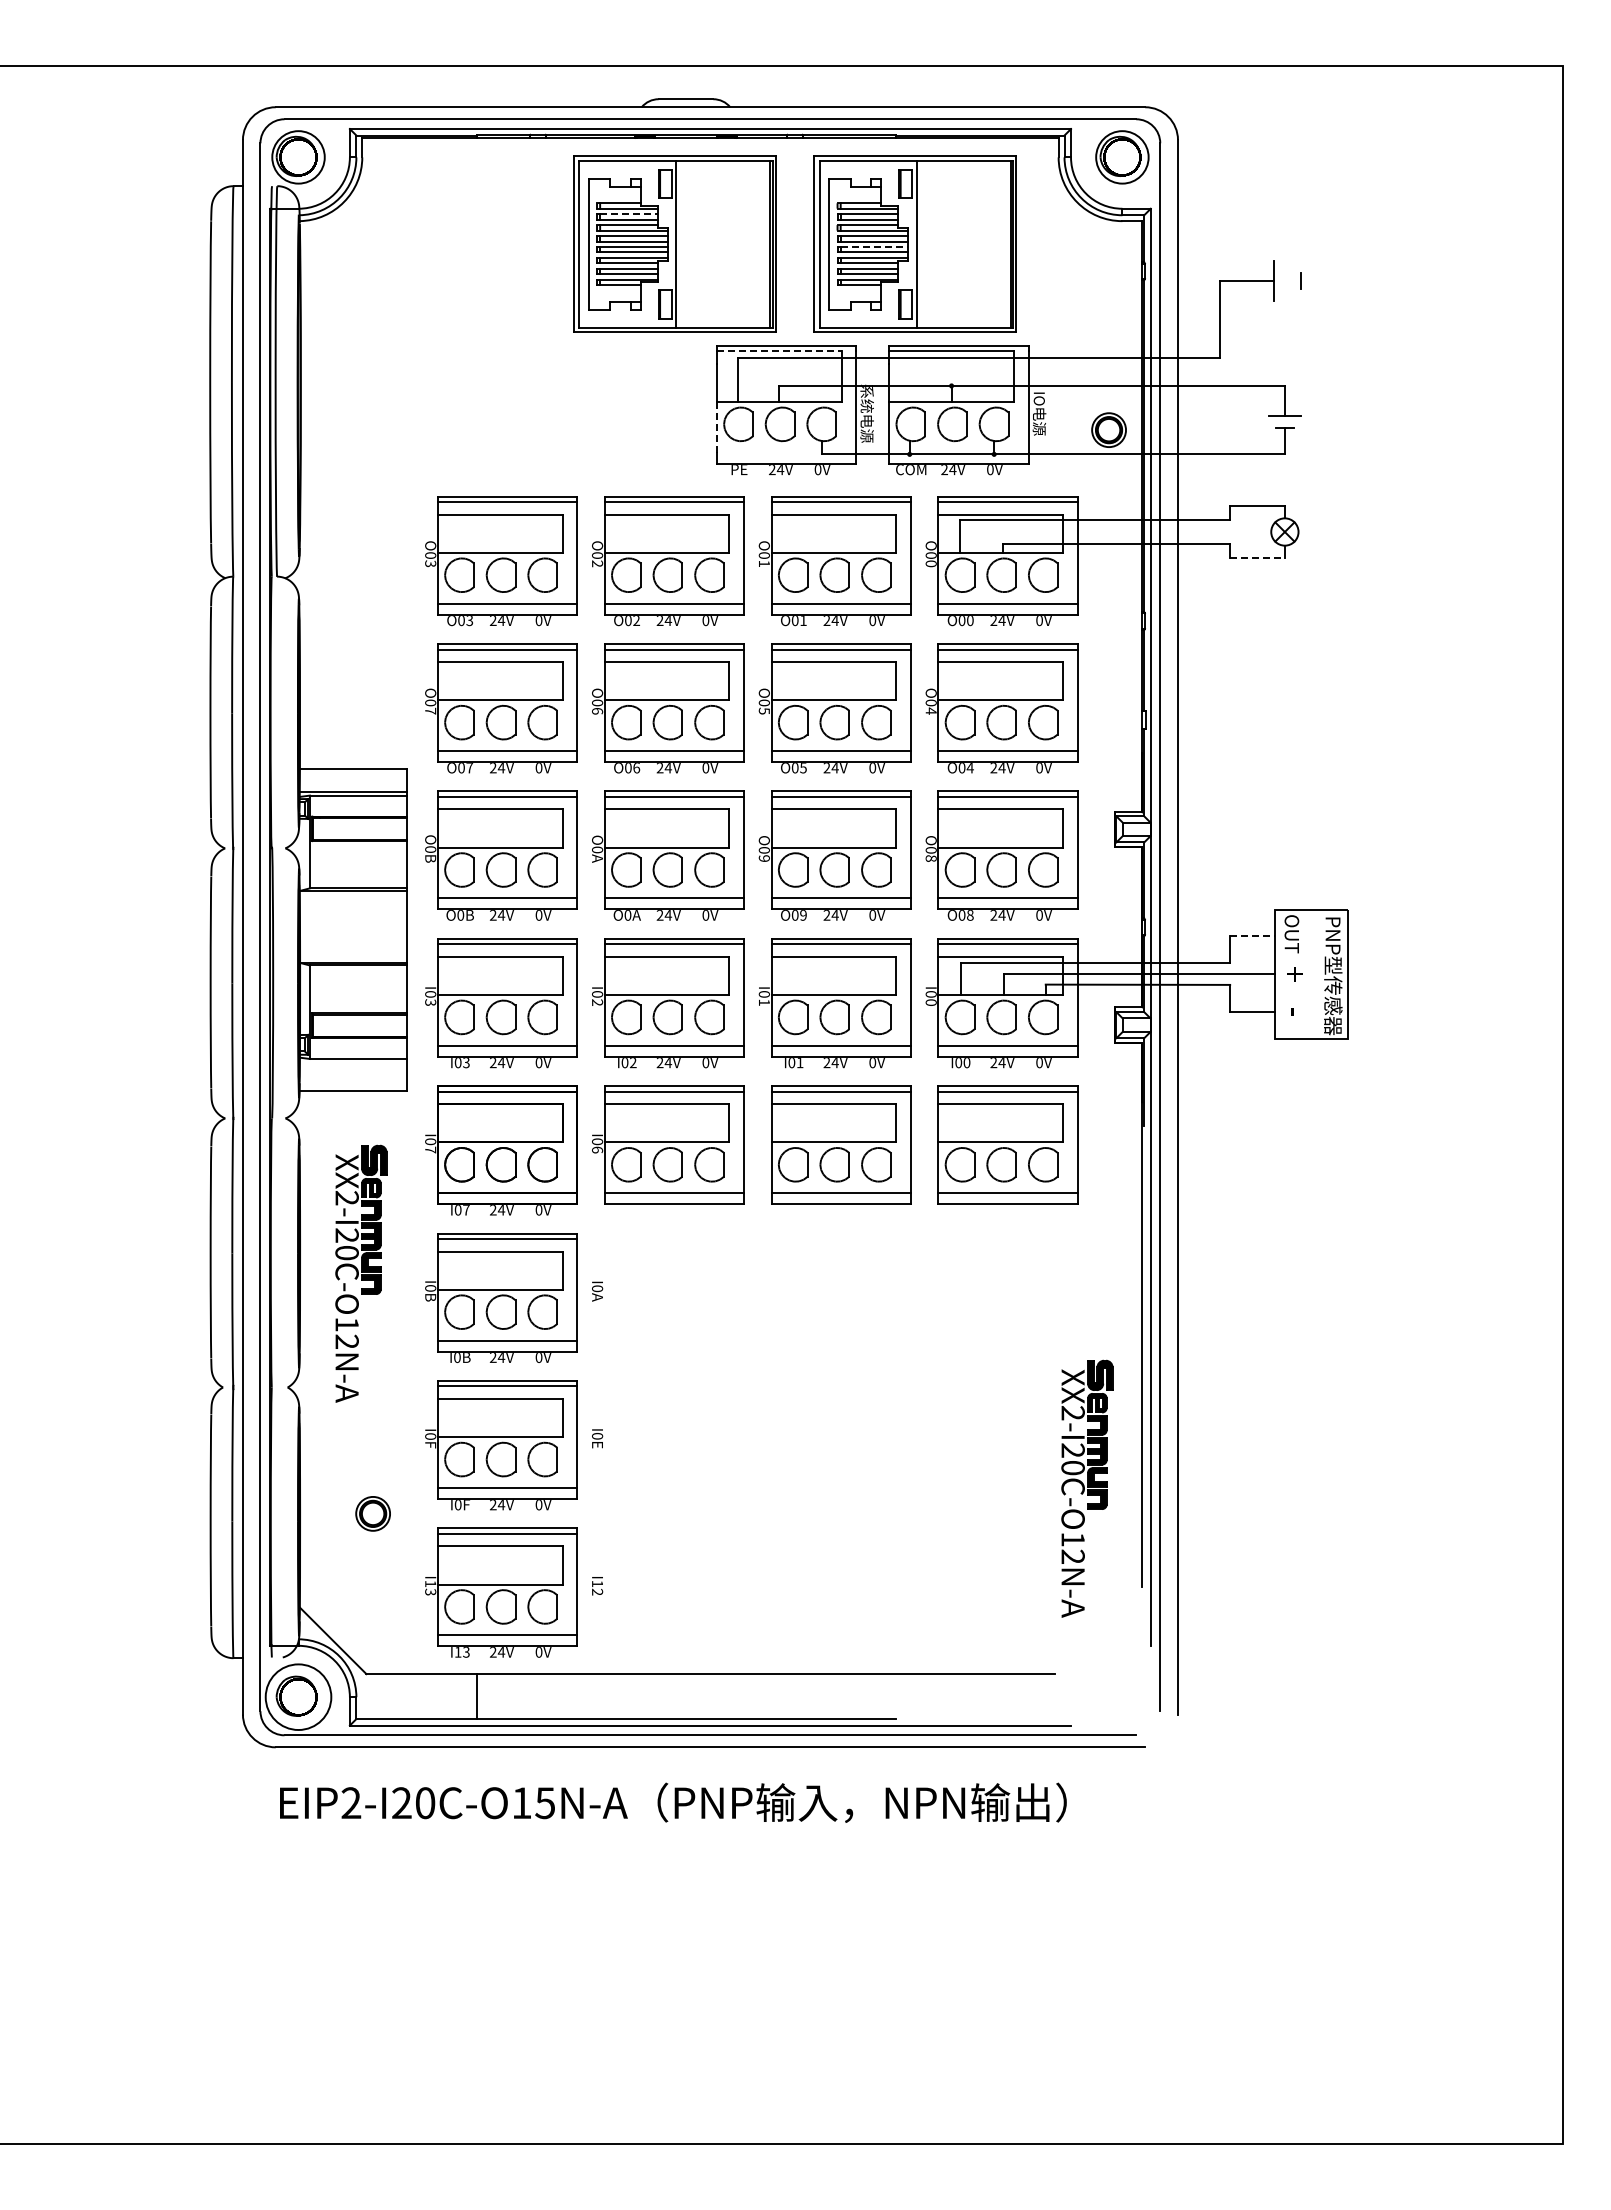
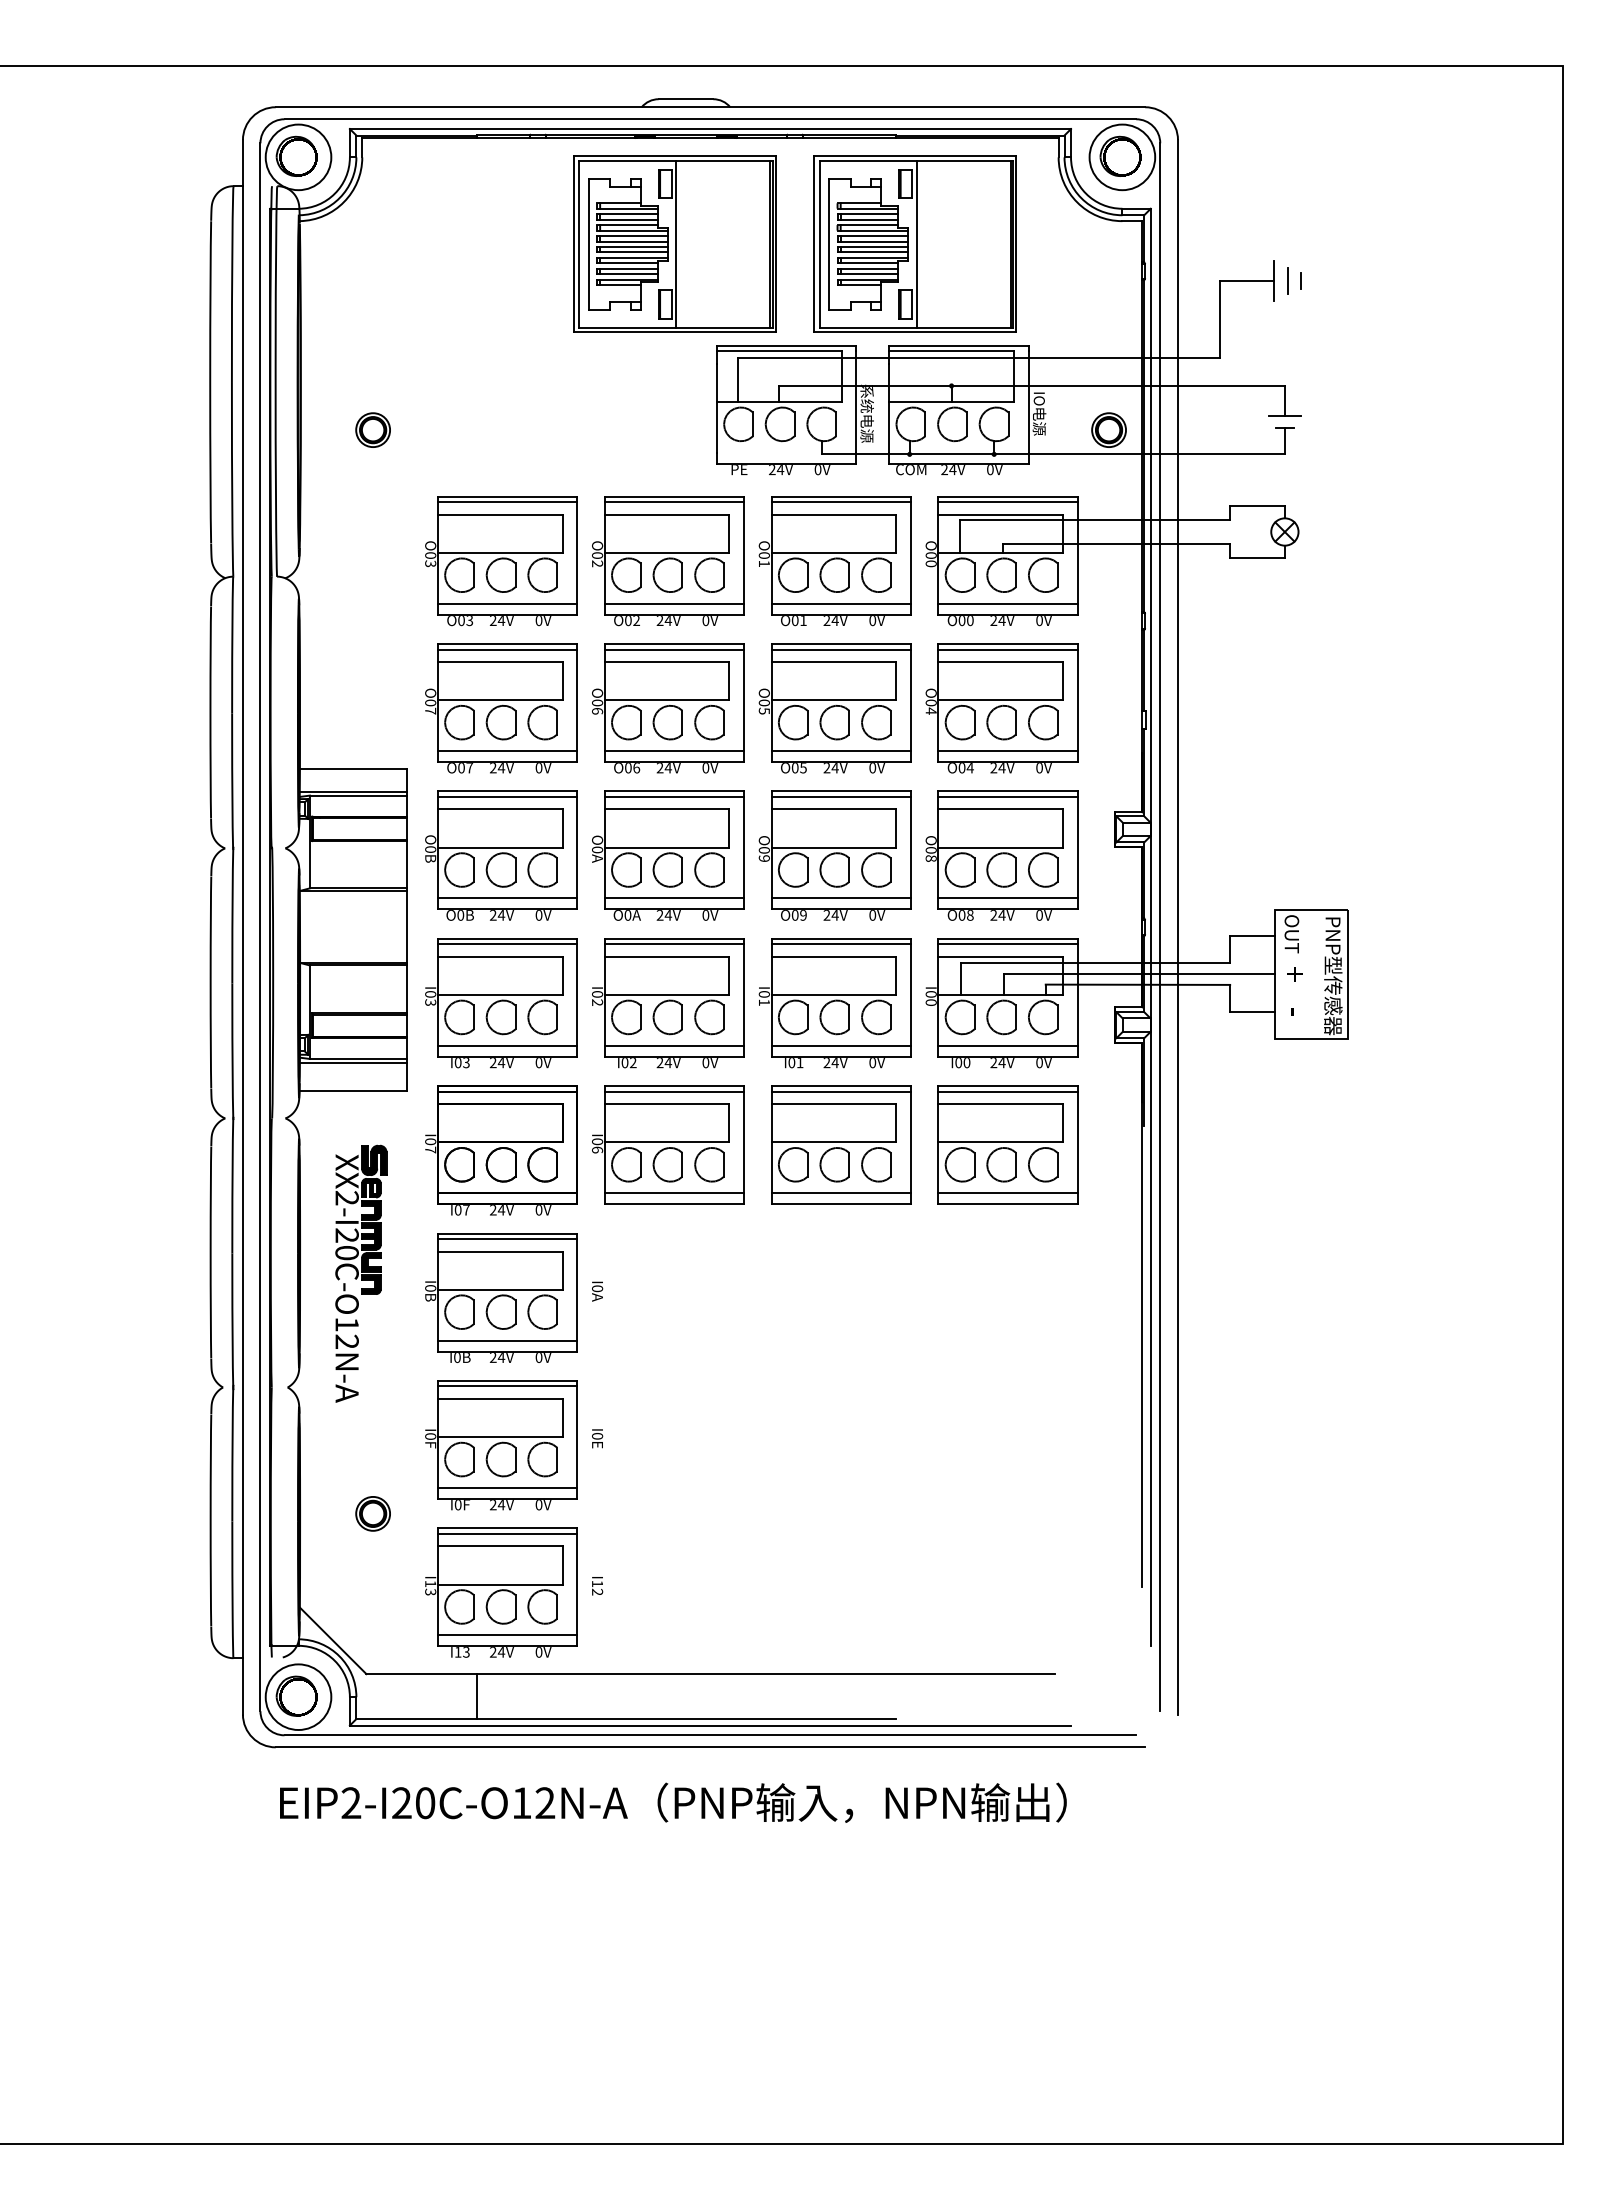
circle at (298, 157) diameter: 52 px -> 66 px
circle at (1122, 157) diameter: 52 px -> 66 px
line at (629, 214): dashed -> solid
line at (874, 247): dashed -> solid
line at (1287, 280): none -> present
line at (779, 351): dashed -> solid
line at (716, 427): dashed -> solid
part at (372, 429): none -> present
line at (1258, 557): dashed -> solid
line at (1253, 936): dashed -> solid
line at (353, 1062): none -> present
part at (1087, 1488): present -> none
text at (545, 1803): EIP2-I20C-O15N-A -> EIP2-I20C-O12N-A
